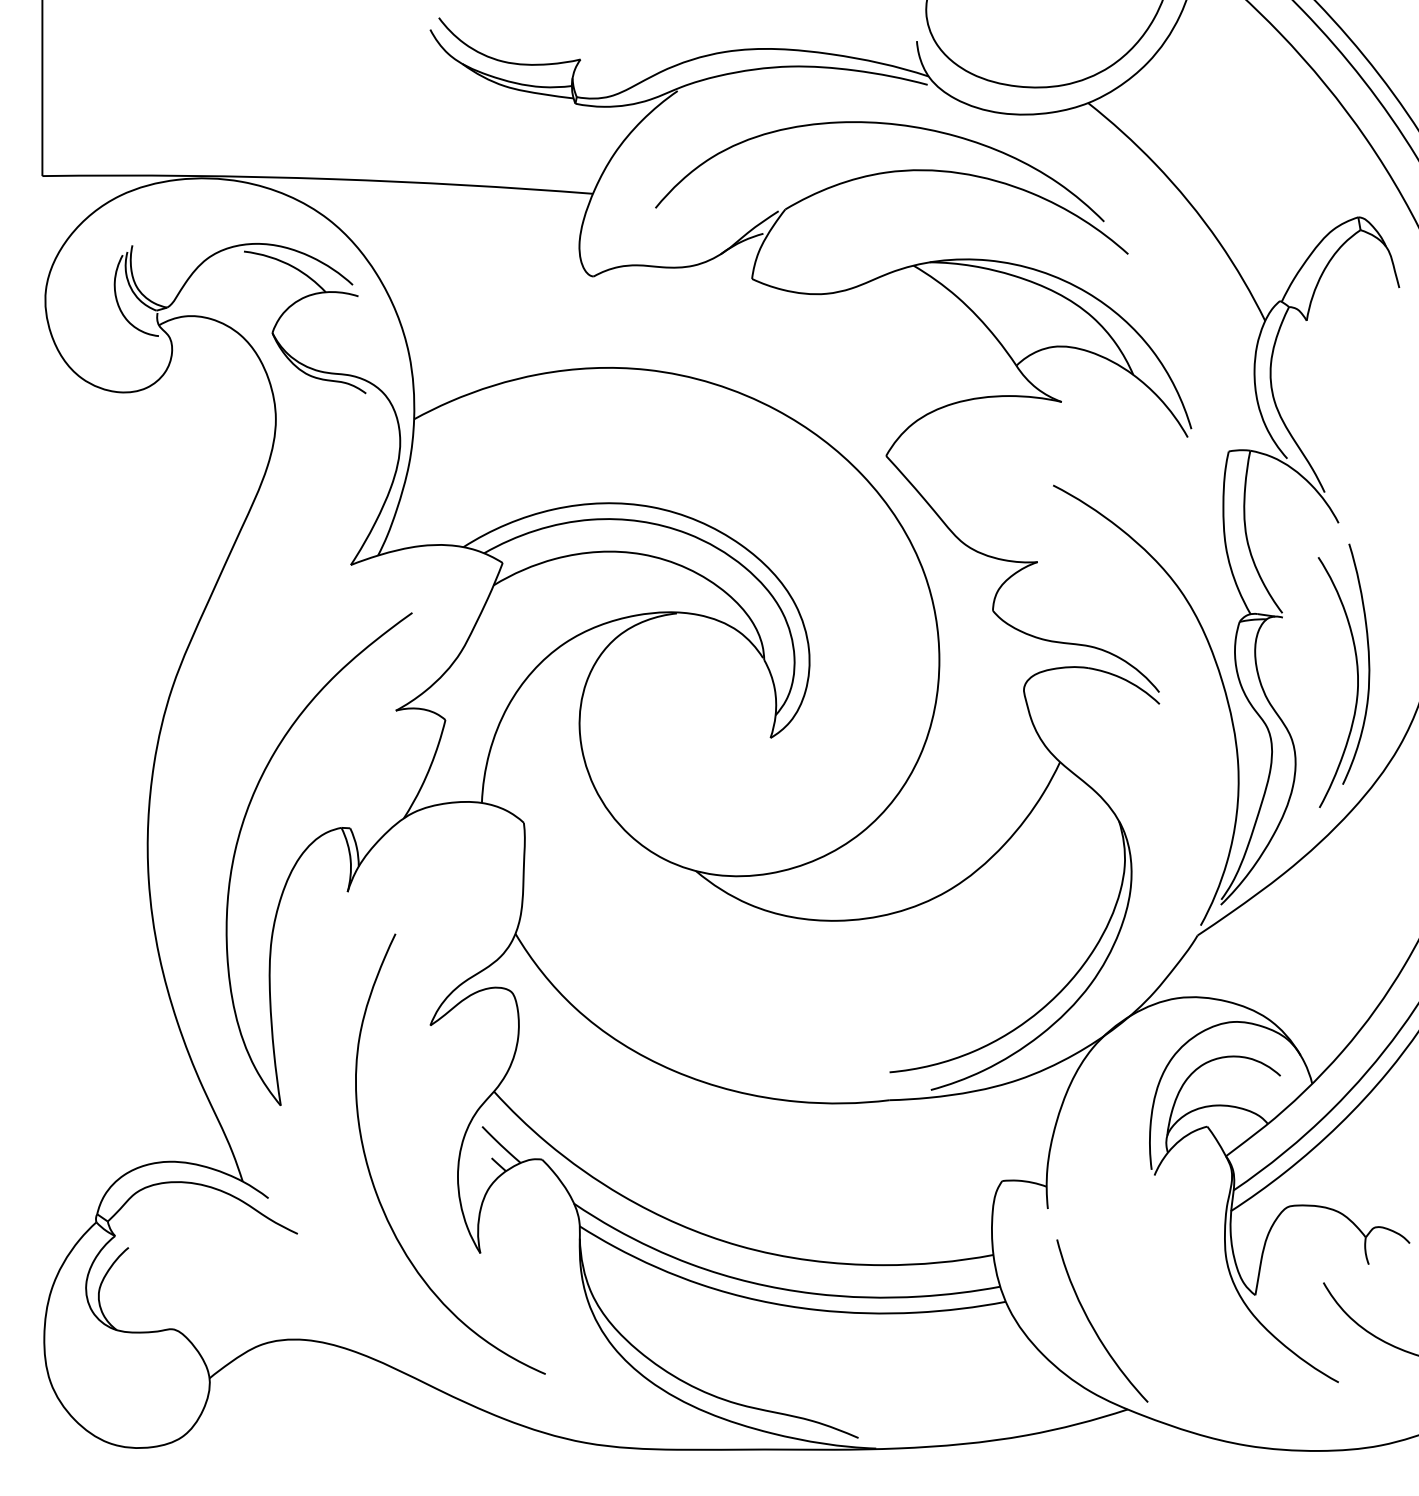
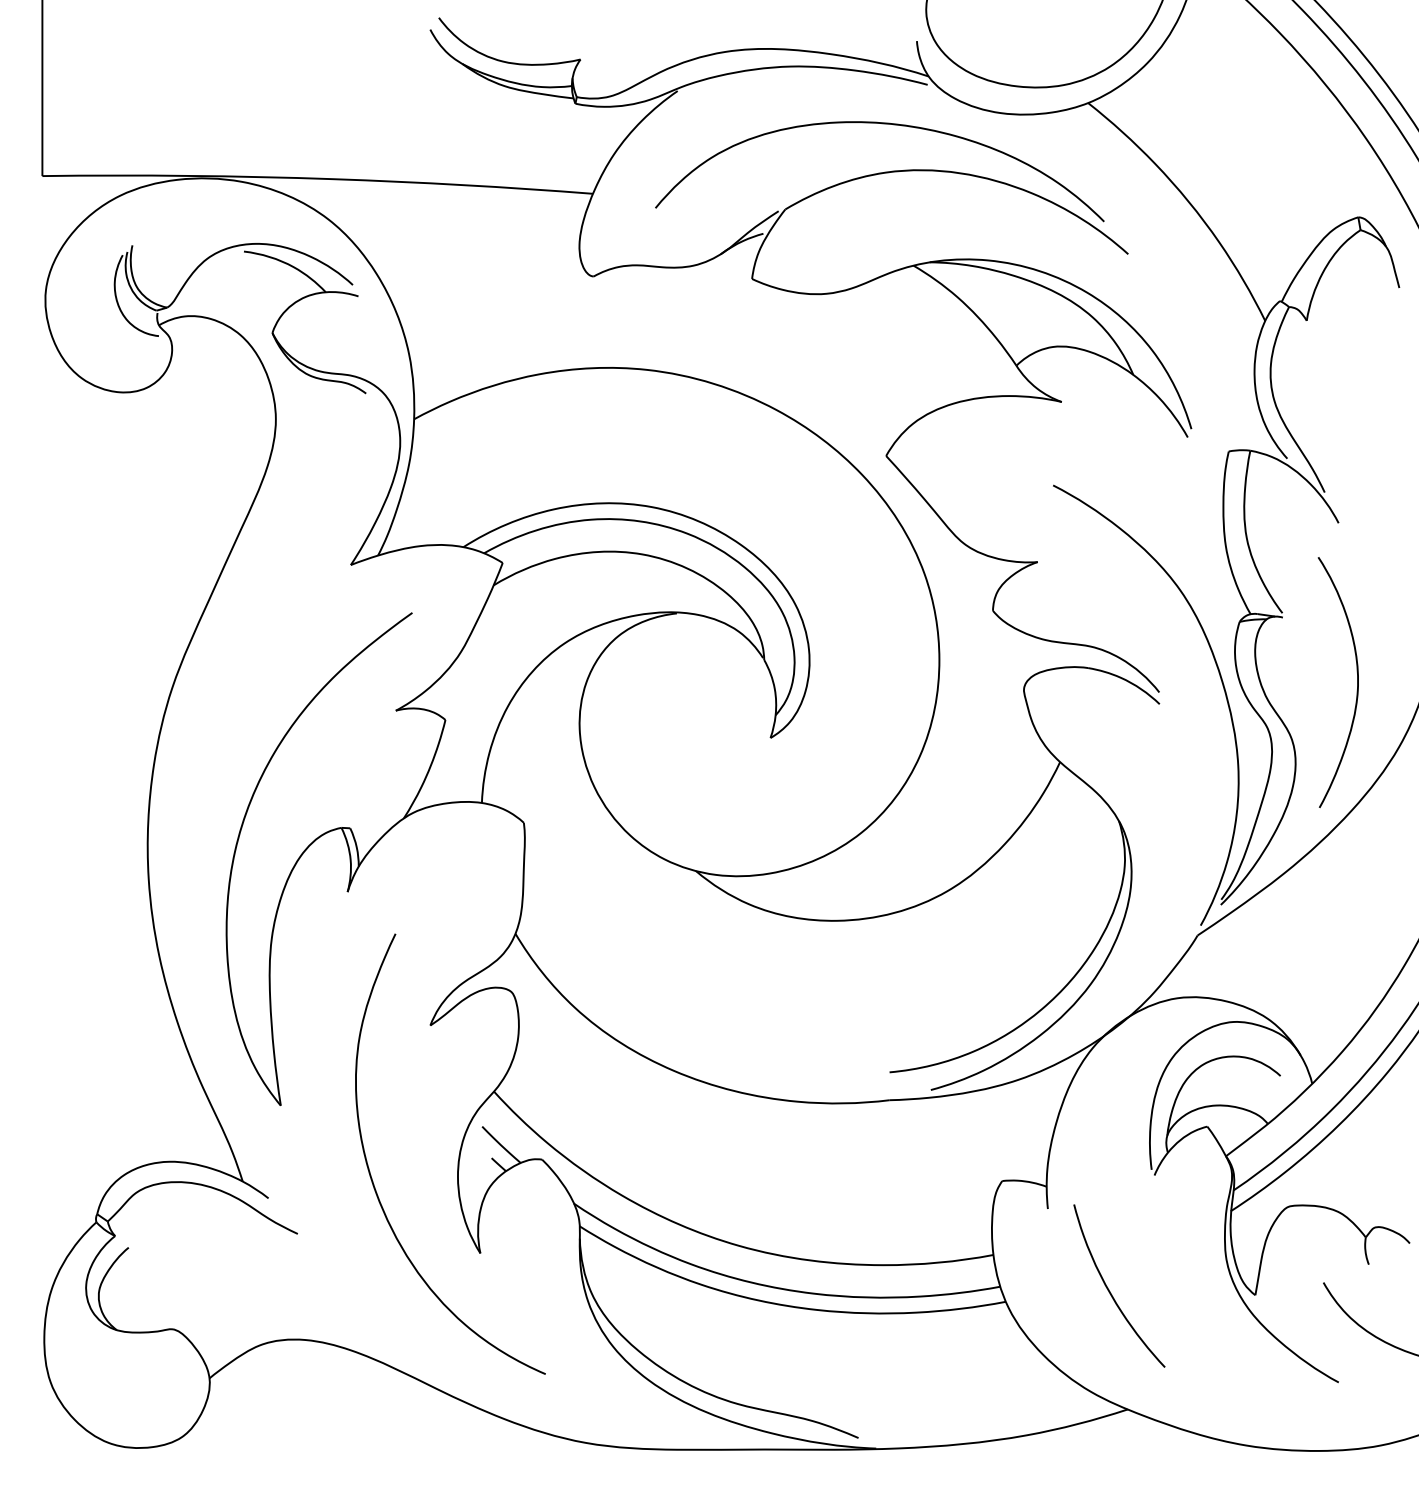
curve at (1368, 663): present -> none
curve at (1092, 1324) position: (1092, 1324) -> (1109, 1289)
